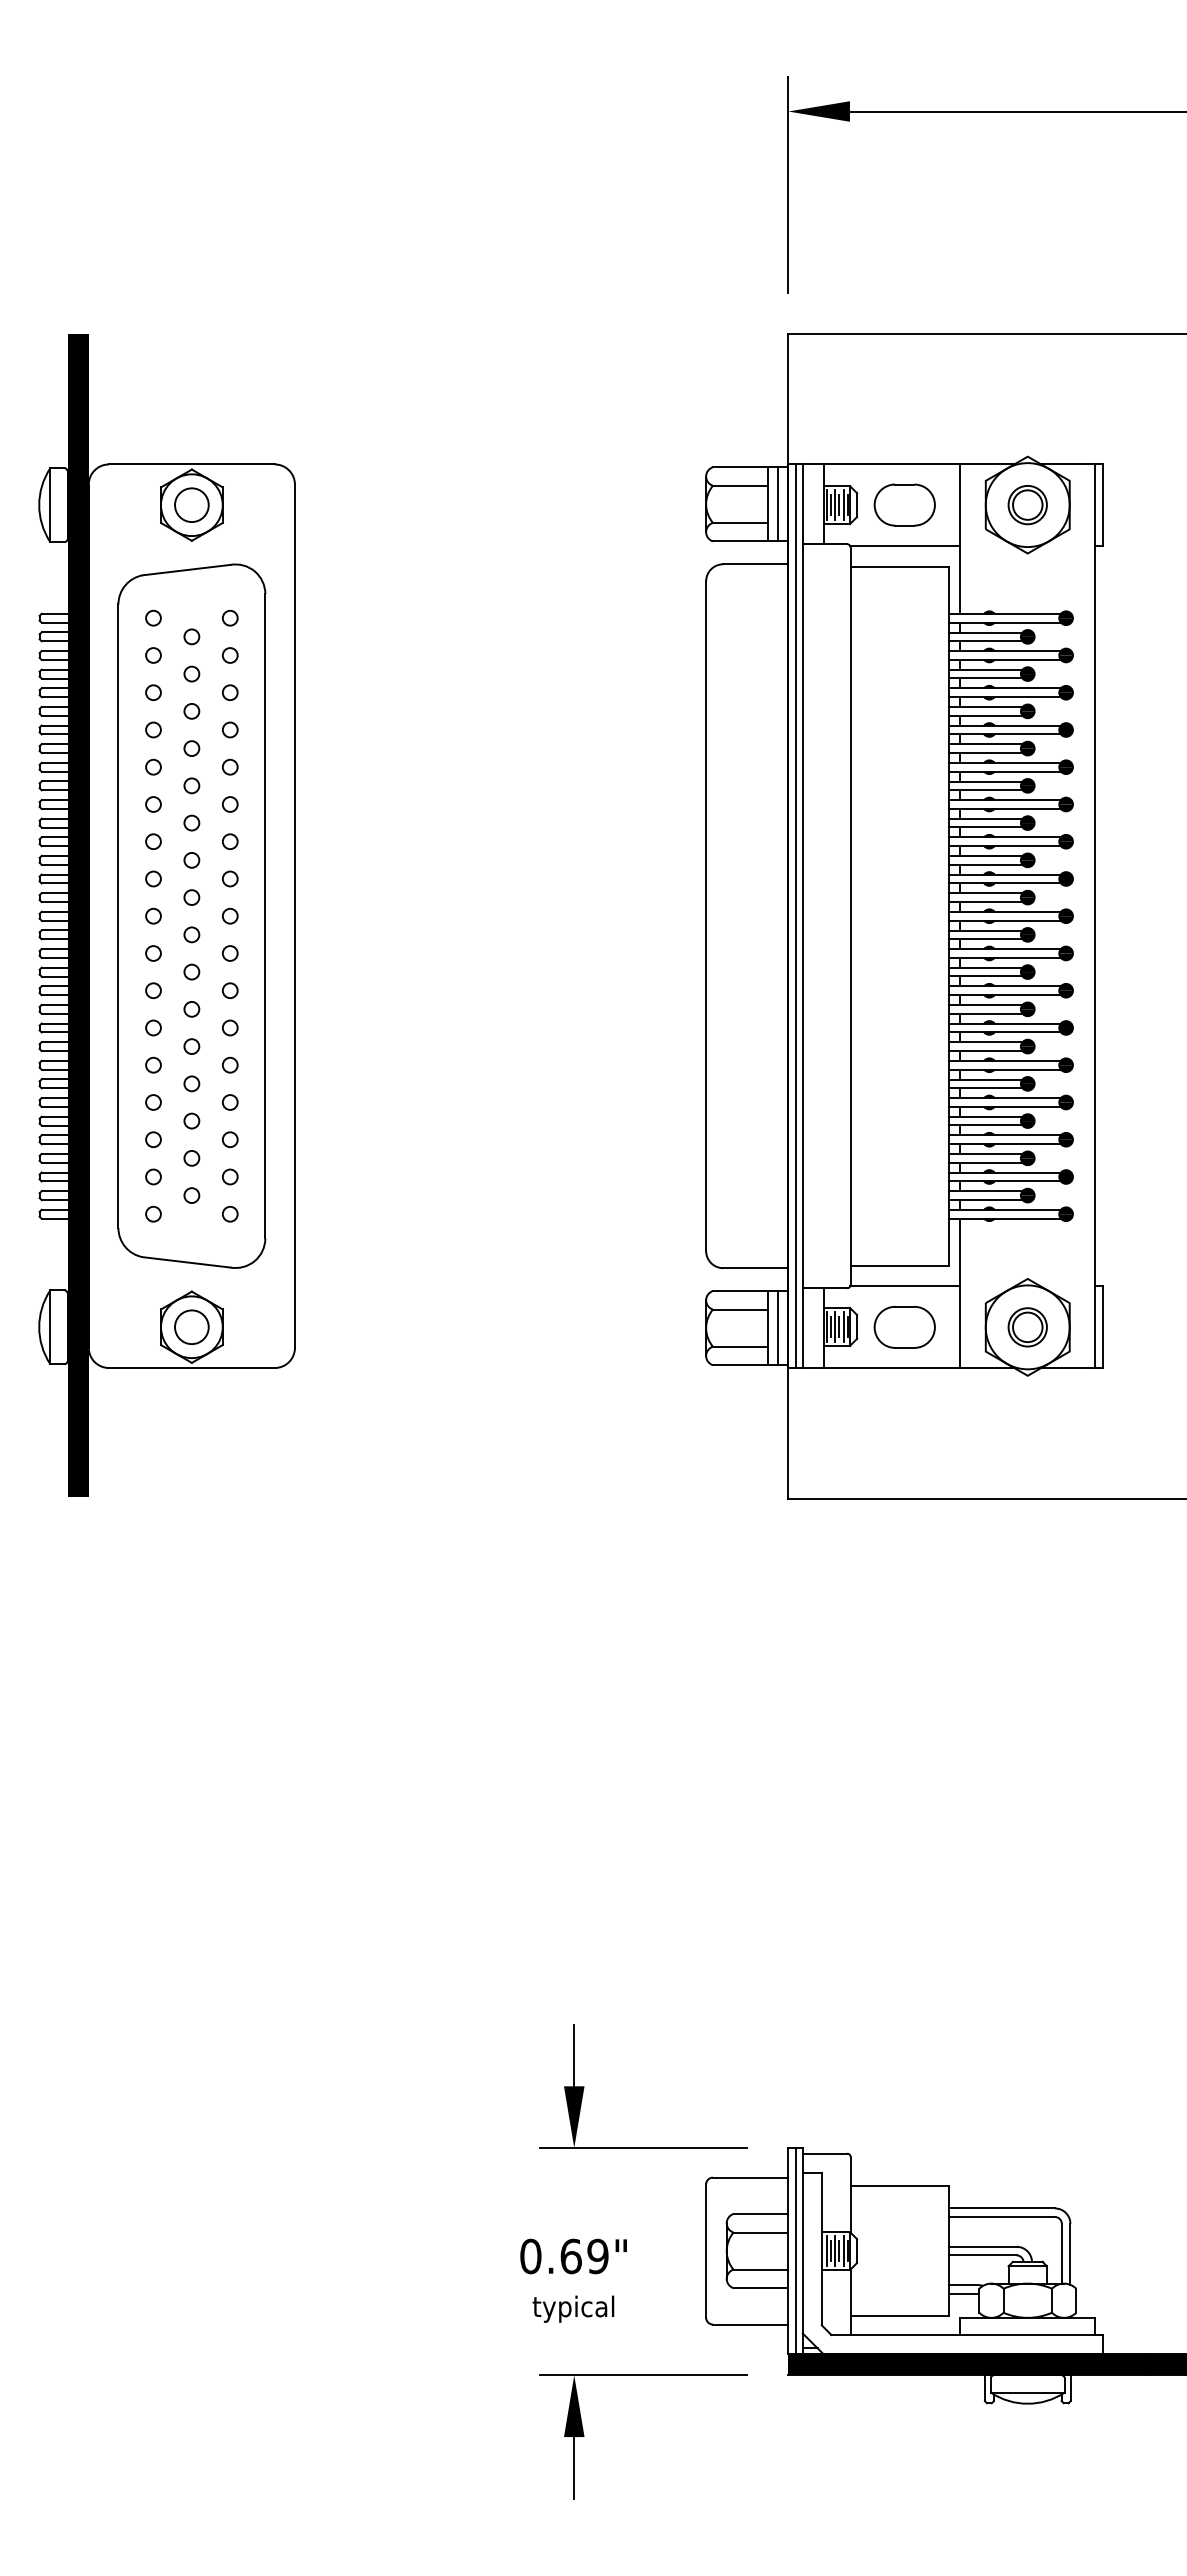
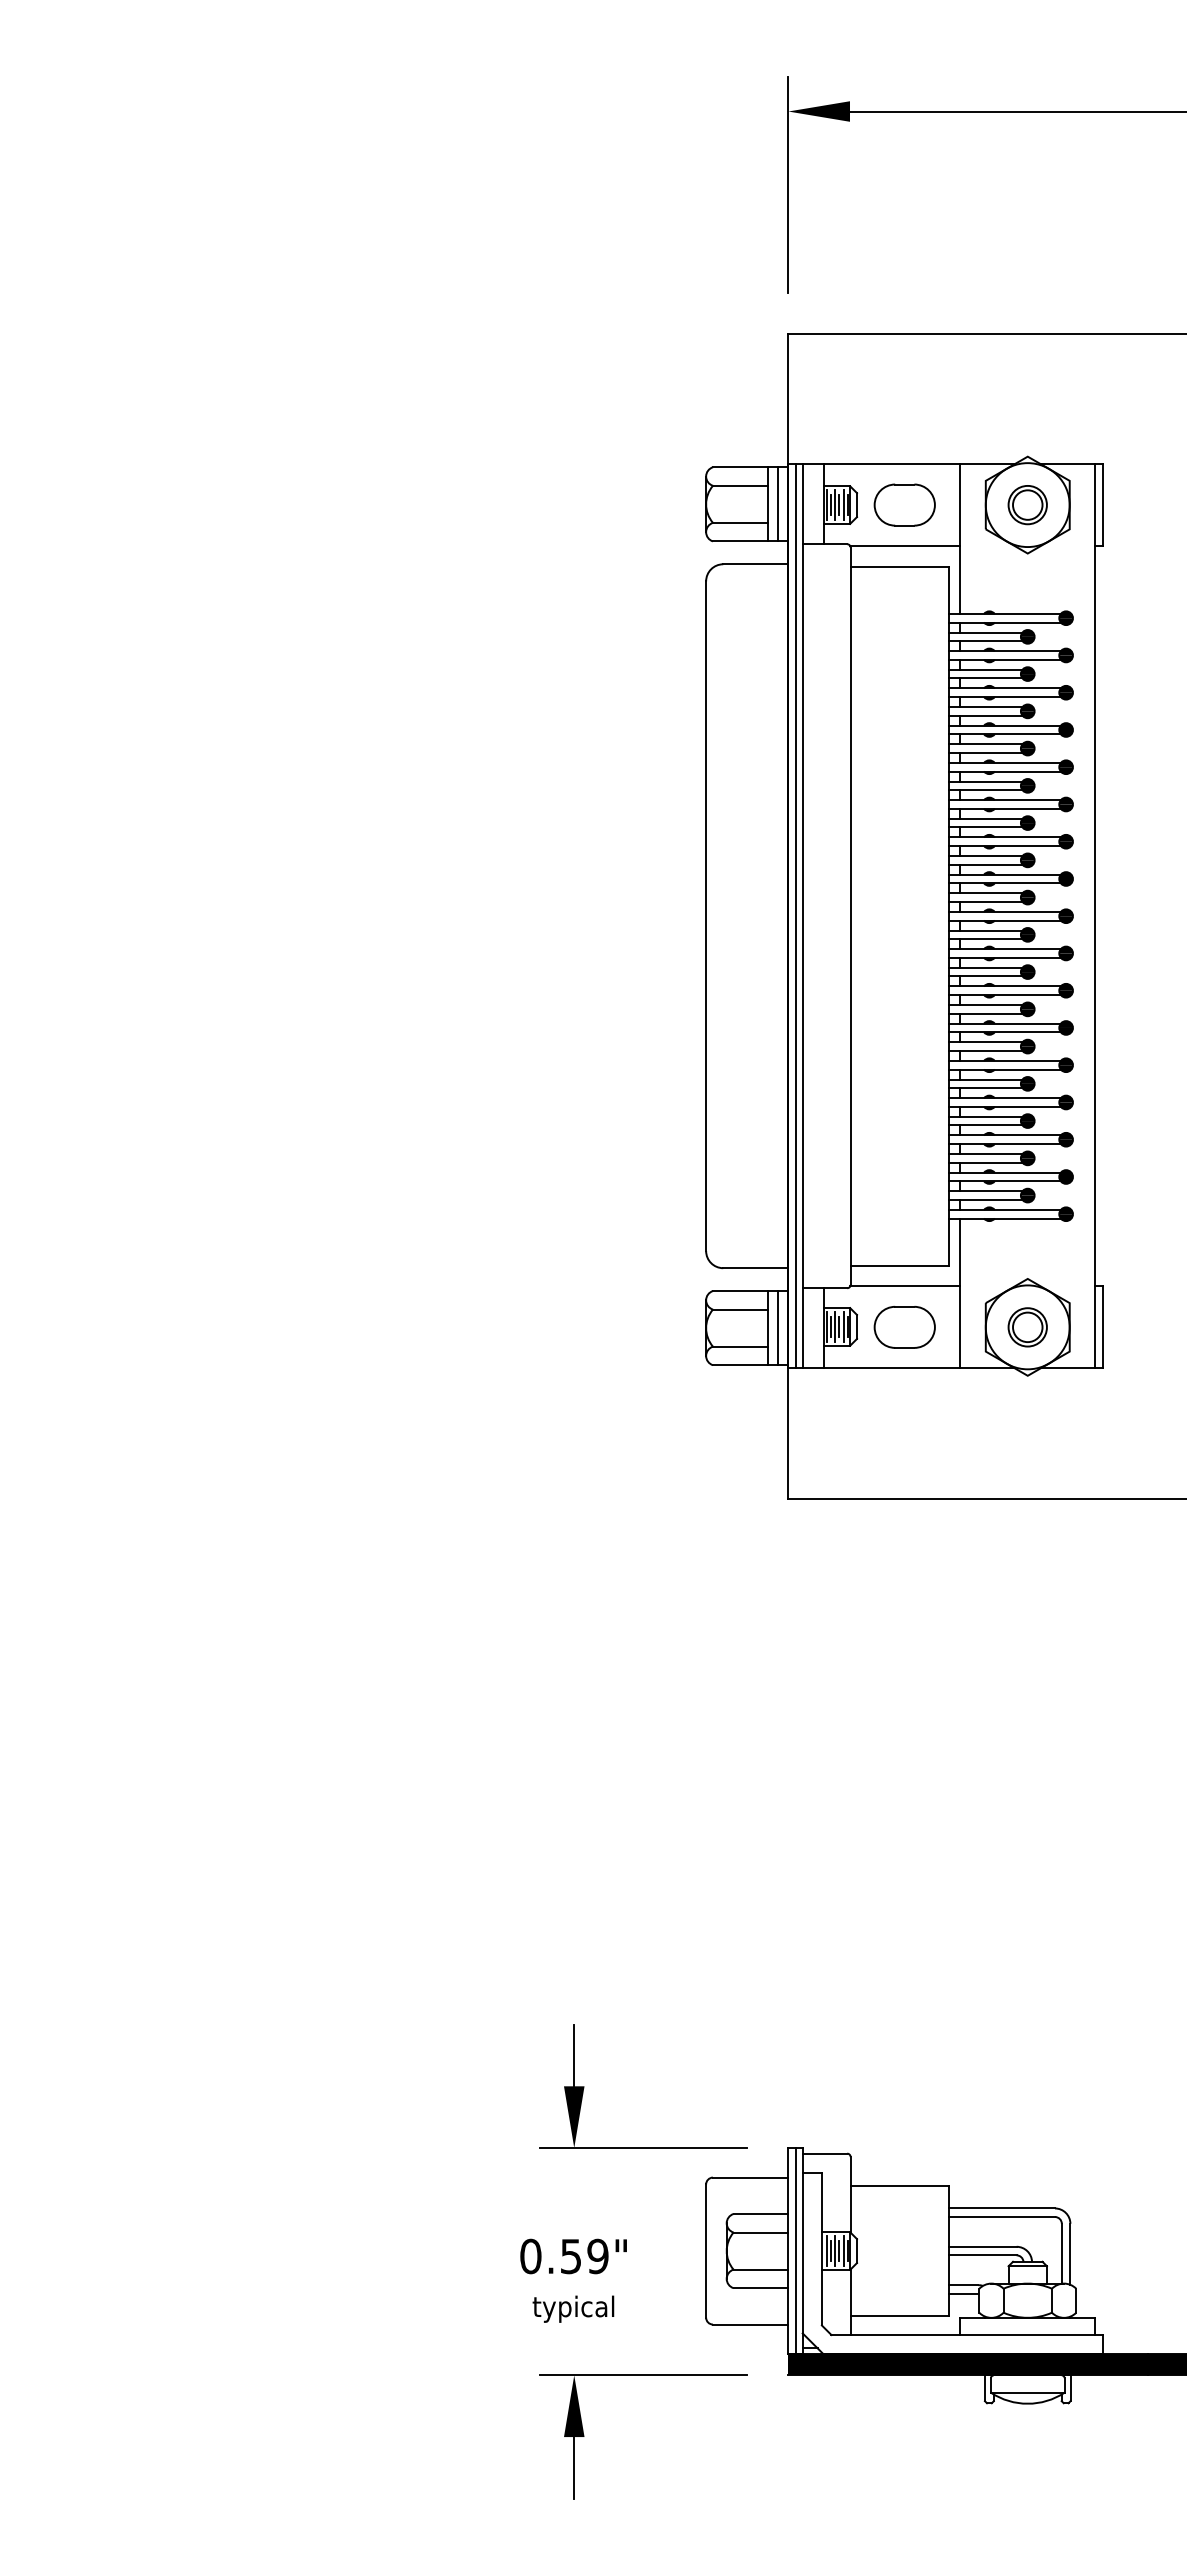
part at (166, 915): present -> none
text at (570, 2256): 0.69" -> 0.59"
